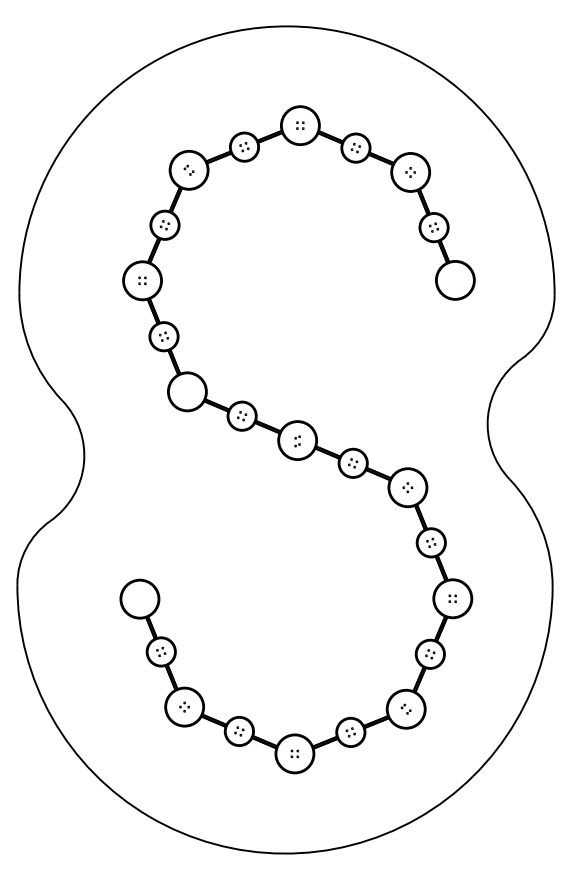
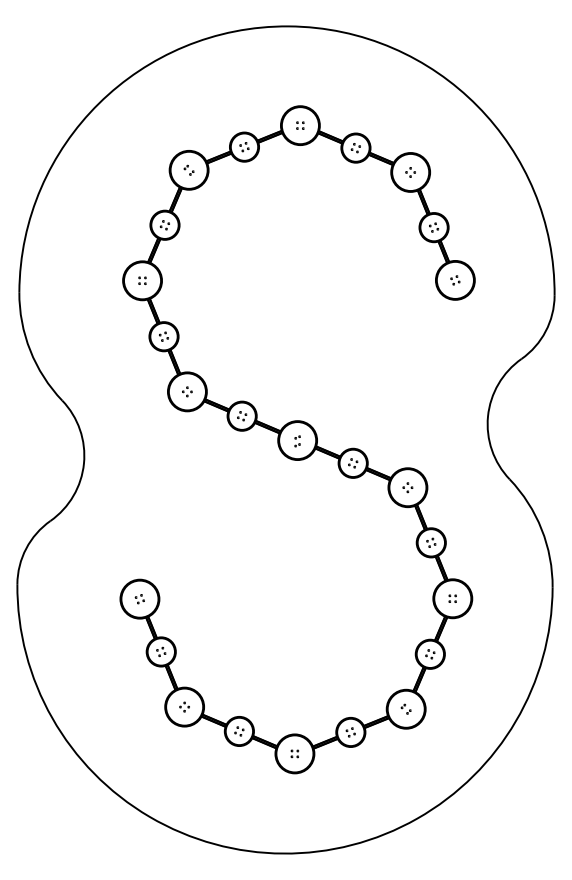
part at (455, 280): none -> present
part at (187, 391): none -> present
part at (139, 599): none -> present
